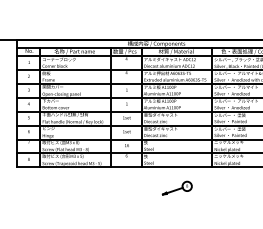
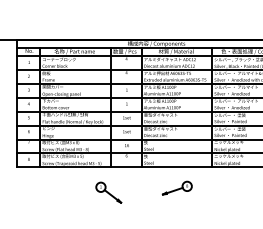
part at (108, 192): none -> present
